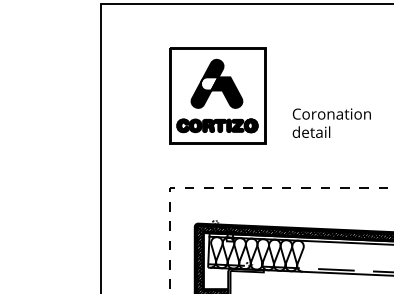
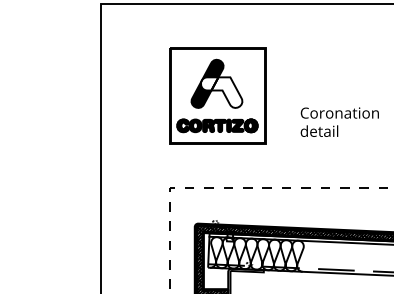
fill at (226, 92): present -> none
text at (331, 122) position: (331, 122) -> (339, 121)
